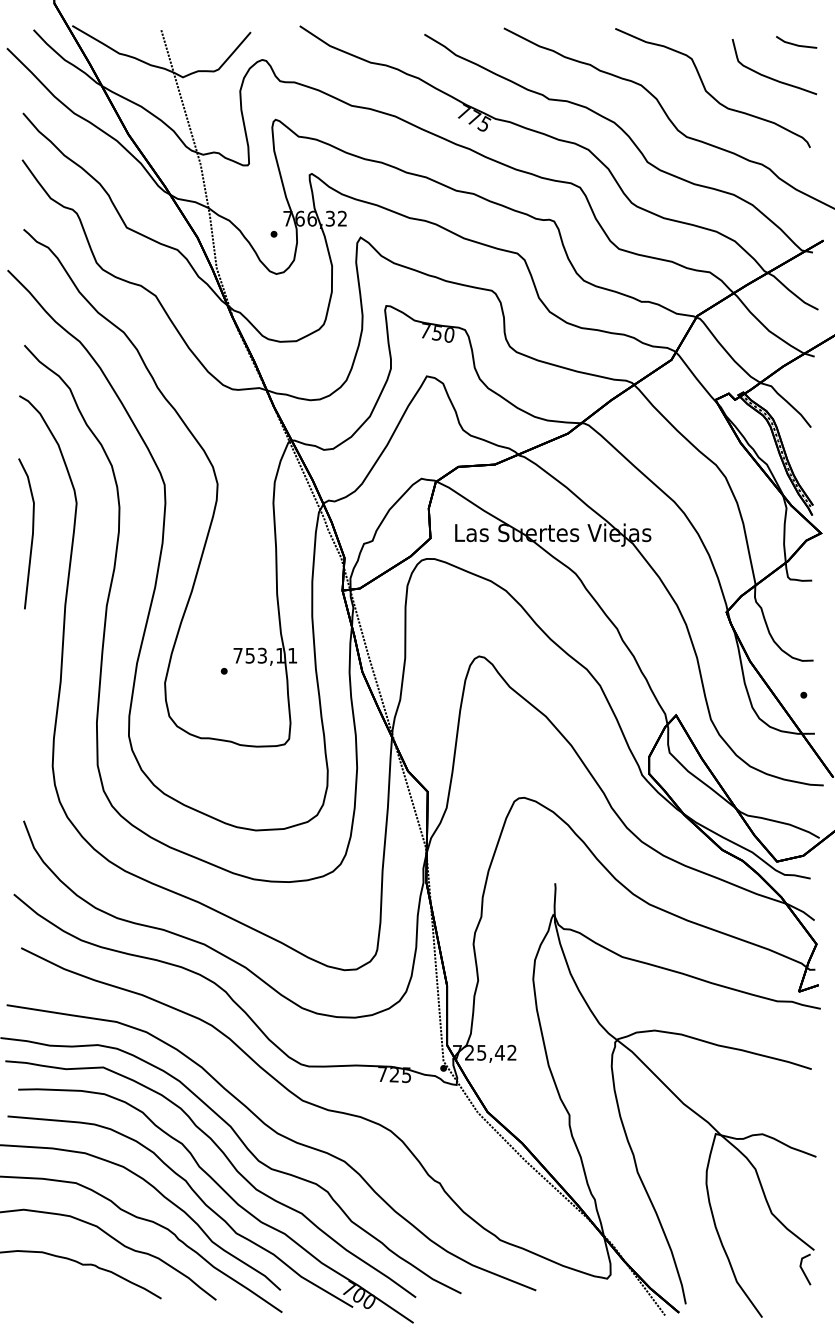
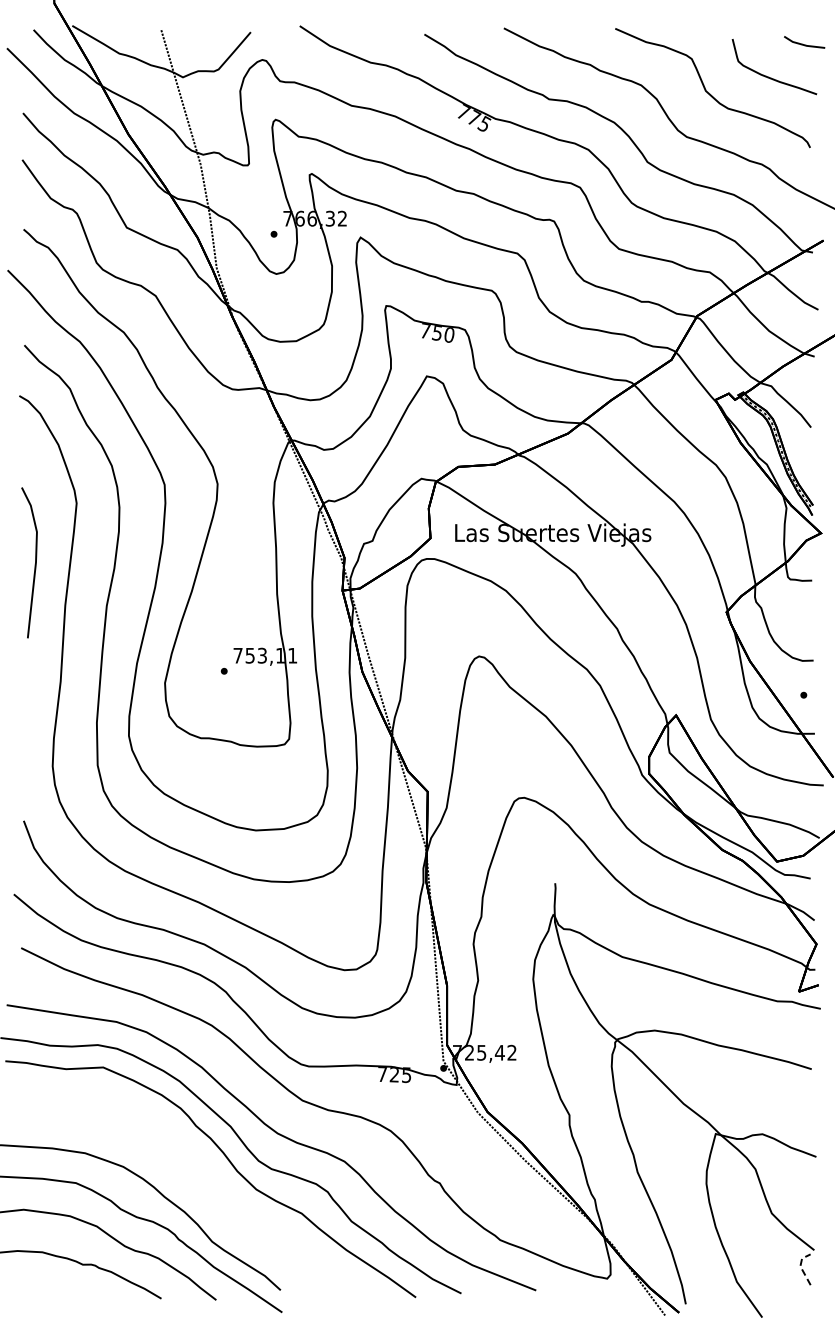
line at (796, 44) position: (796, 44) -> (804, 44)
line at (31, 535) position: (31, 535) -> (34, 564)
part at (210, 1205): present -> none
line at (800, 1266): solid -> dashed
